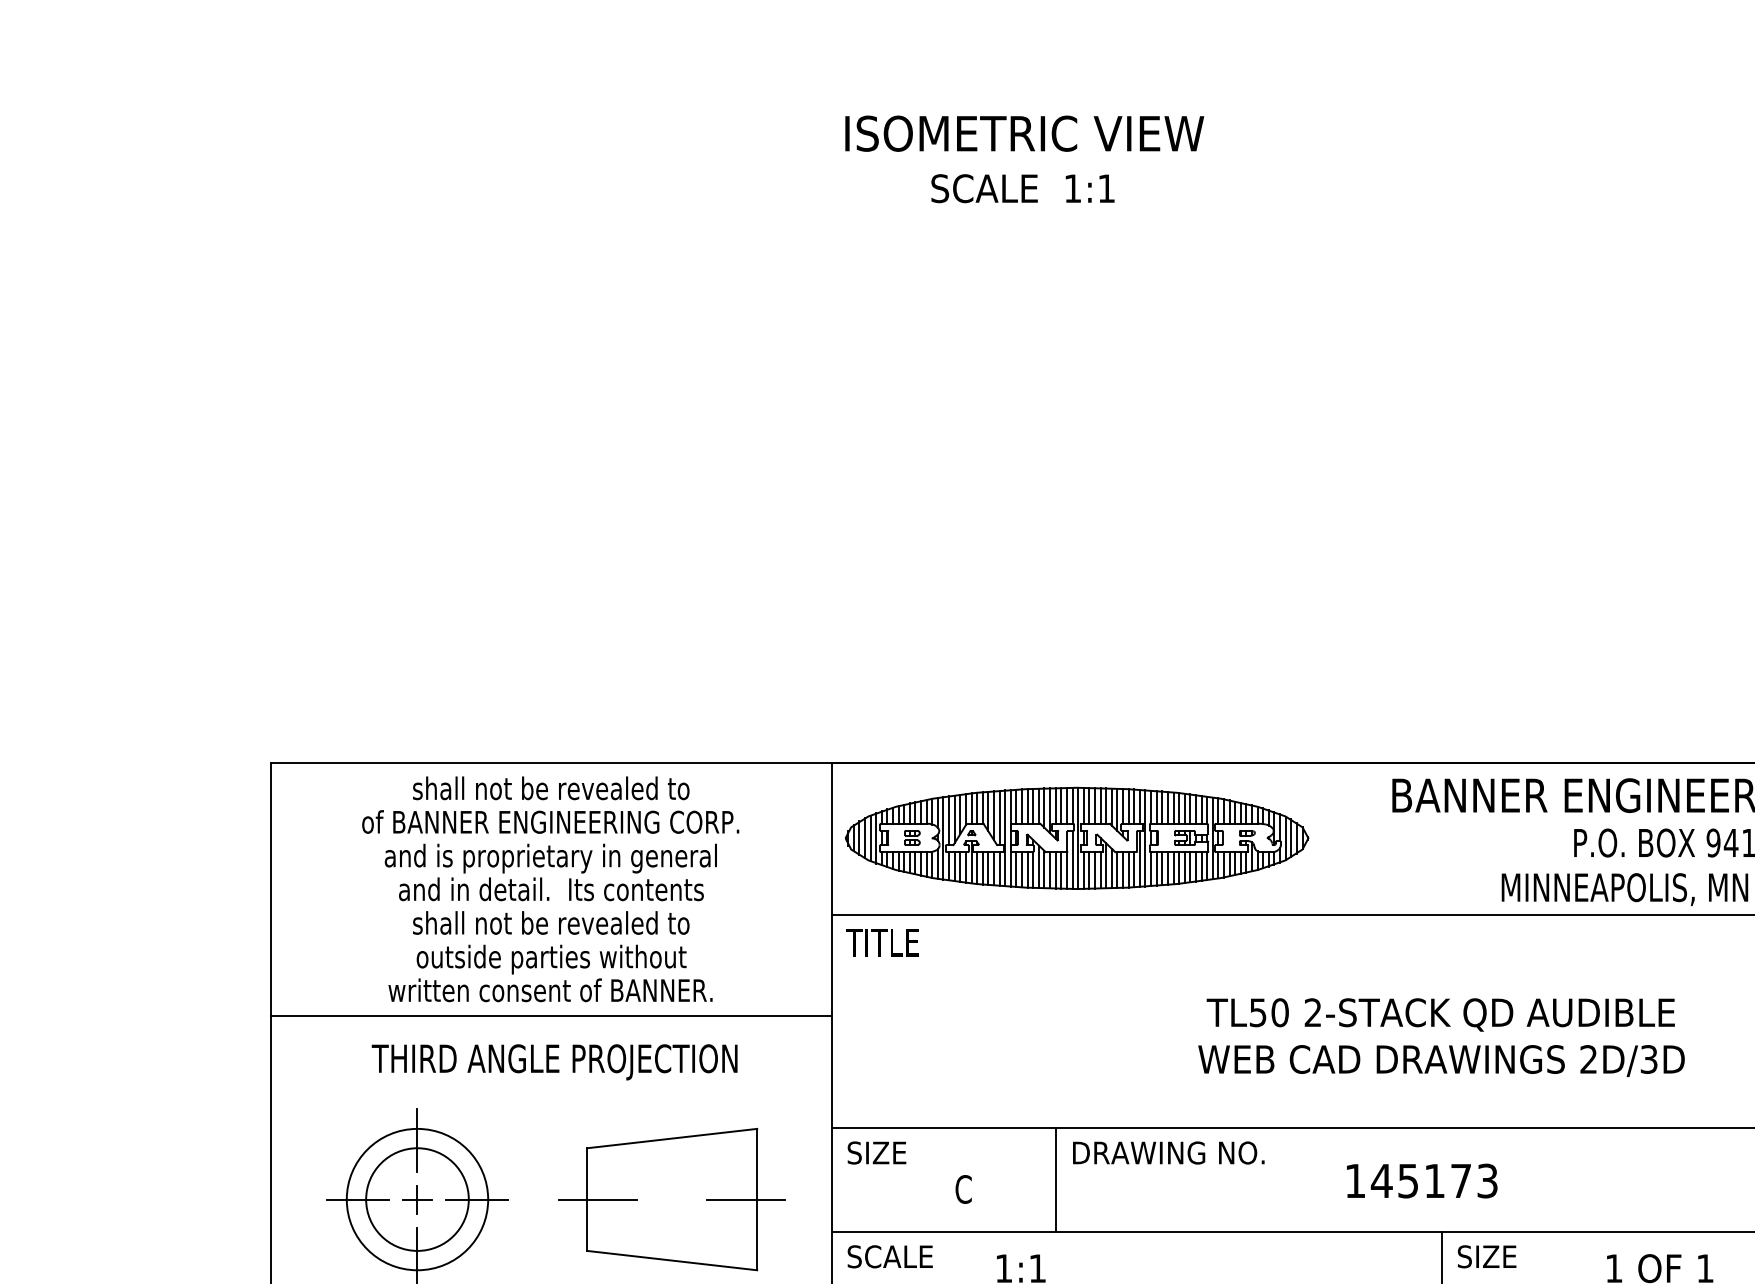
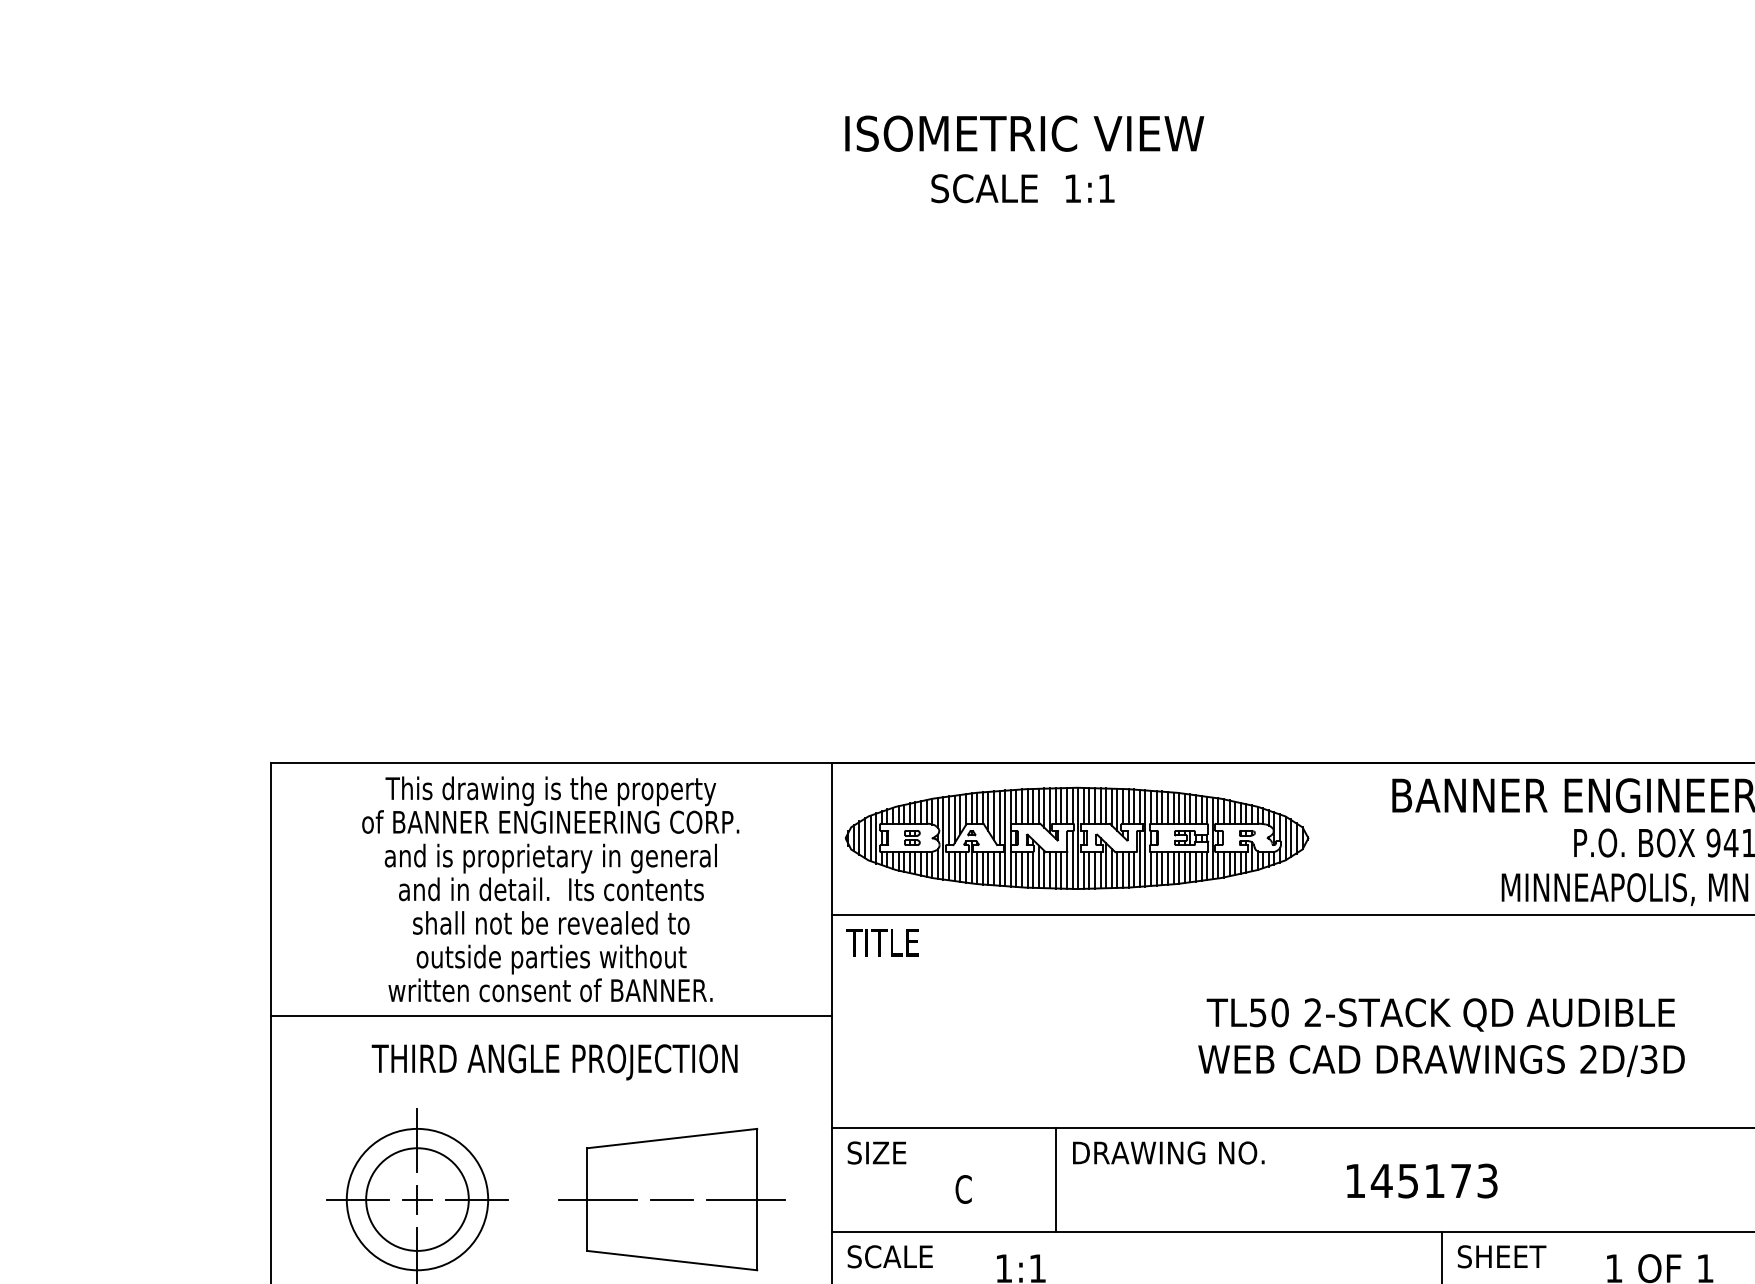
text at (550, 791): shall not be revealed to -> This drawing is the property
line at (672, 1199): none -> present
text at (1512, 1256): SIZE -> SHEET
